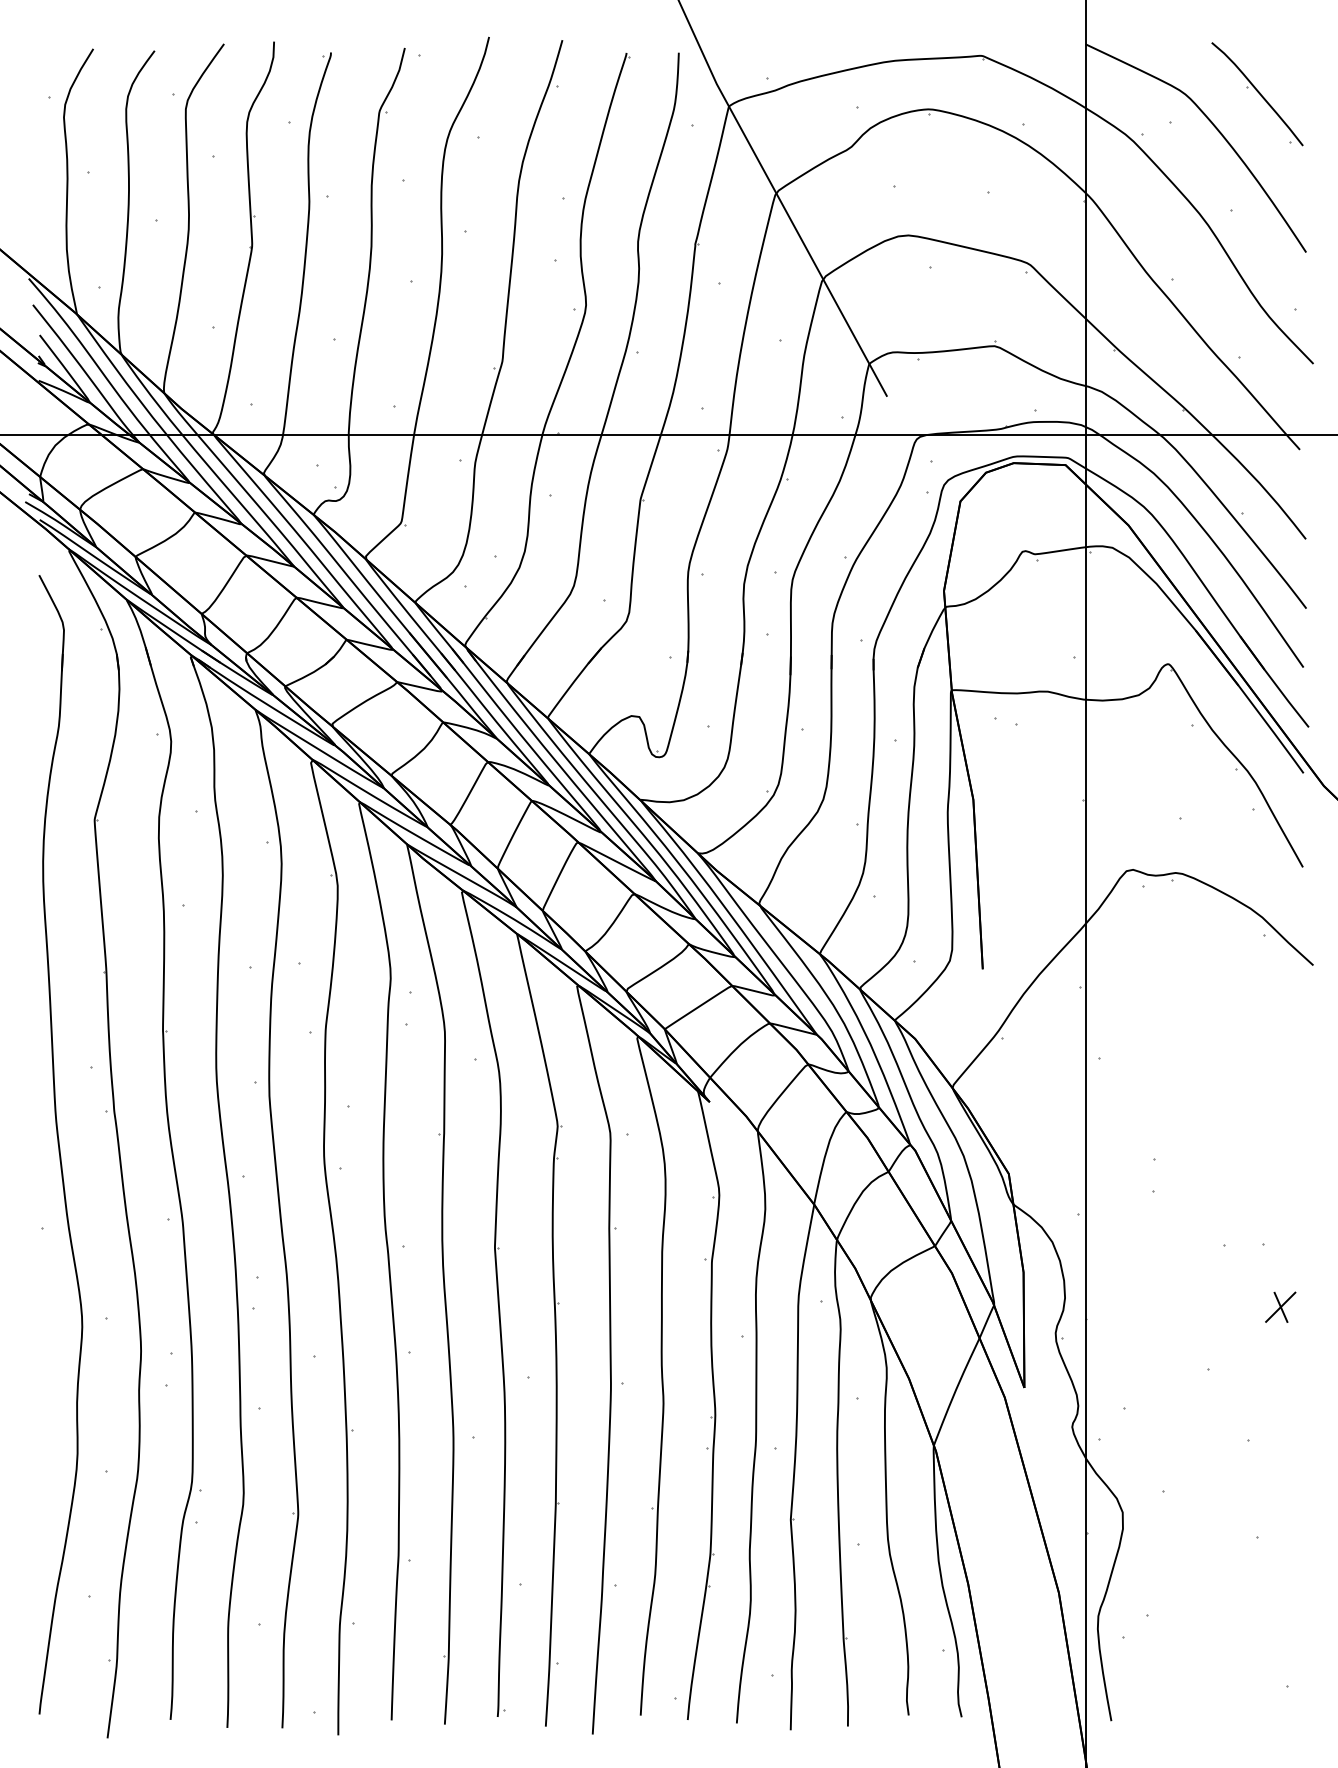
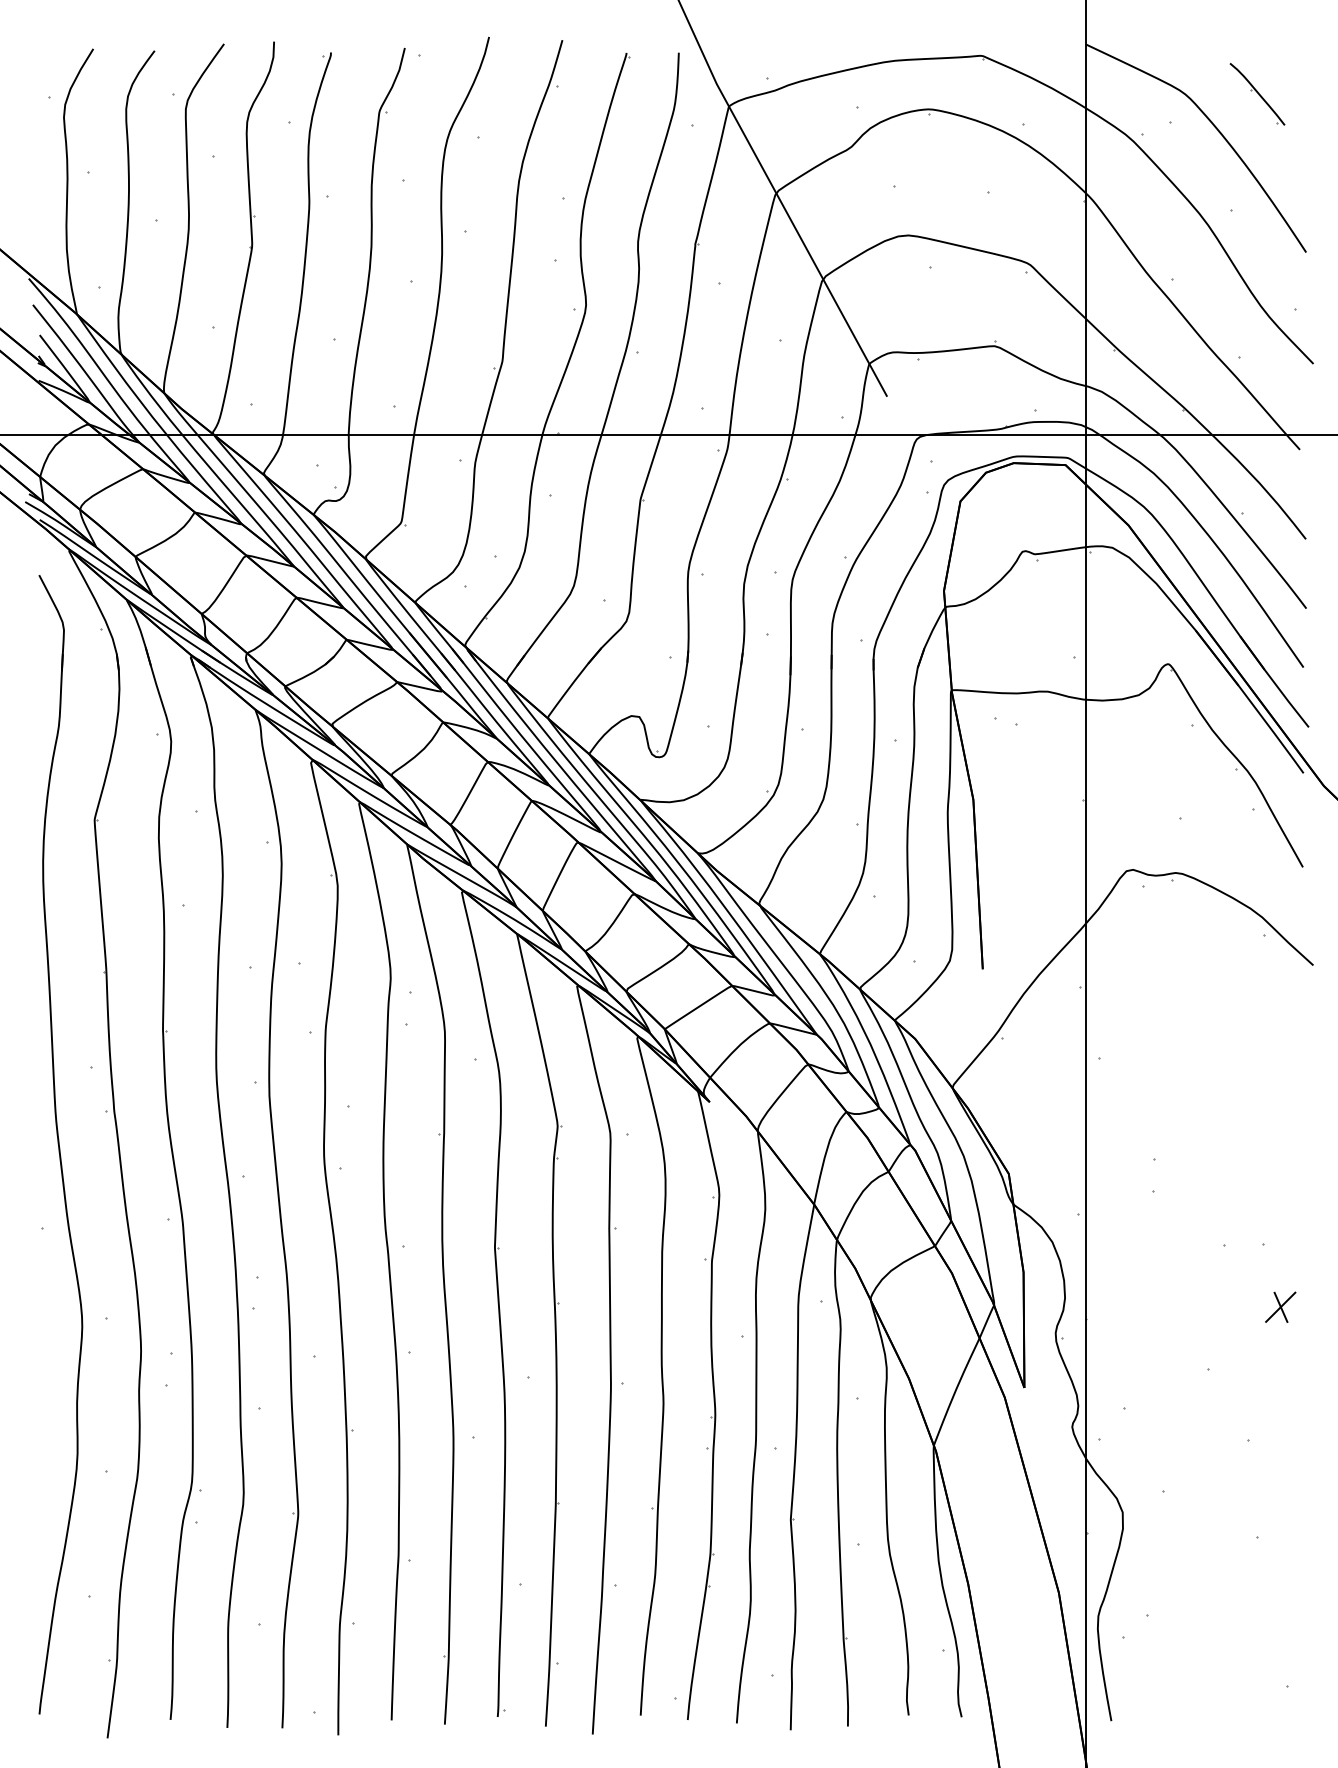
part at (1257, 94) size: 93x105 px -> 57x63 px
